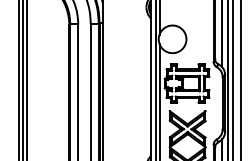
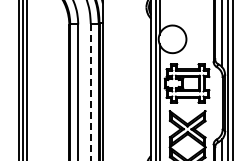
line at (240, 79): present -> none
line at (90, 92): solid -> dashed
